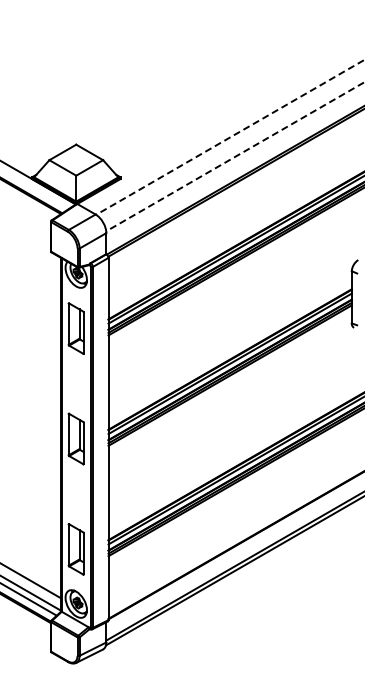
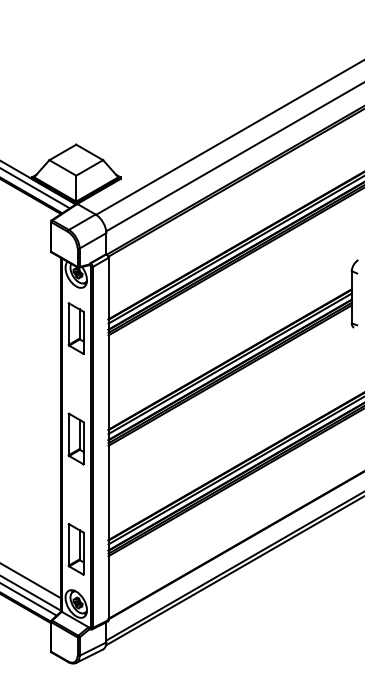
line at (230, 137): dashed -> solid
line at (235, 156): dashed -> solid
line at (35, 188): none -> present
